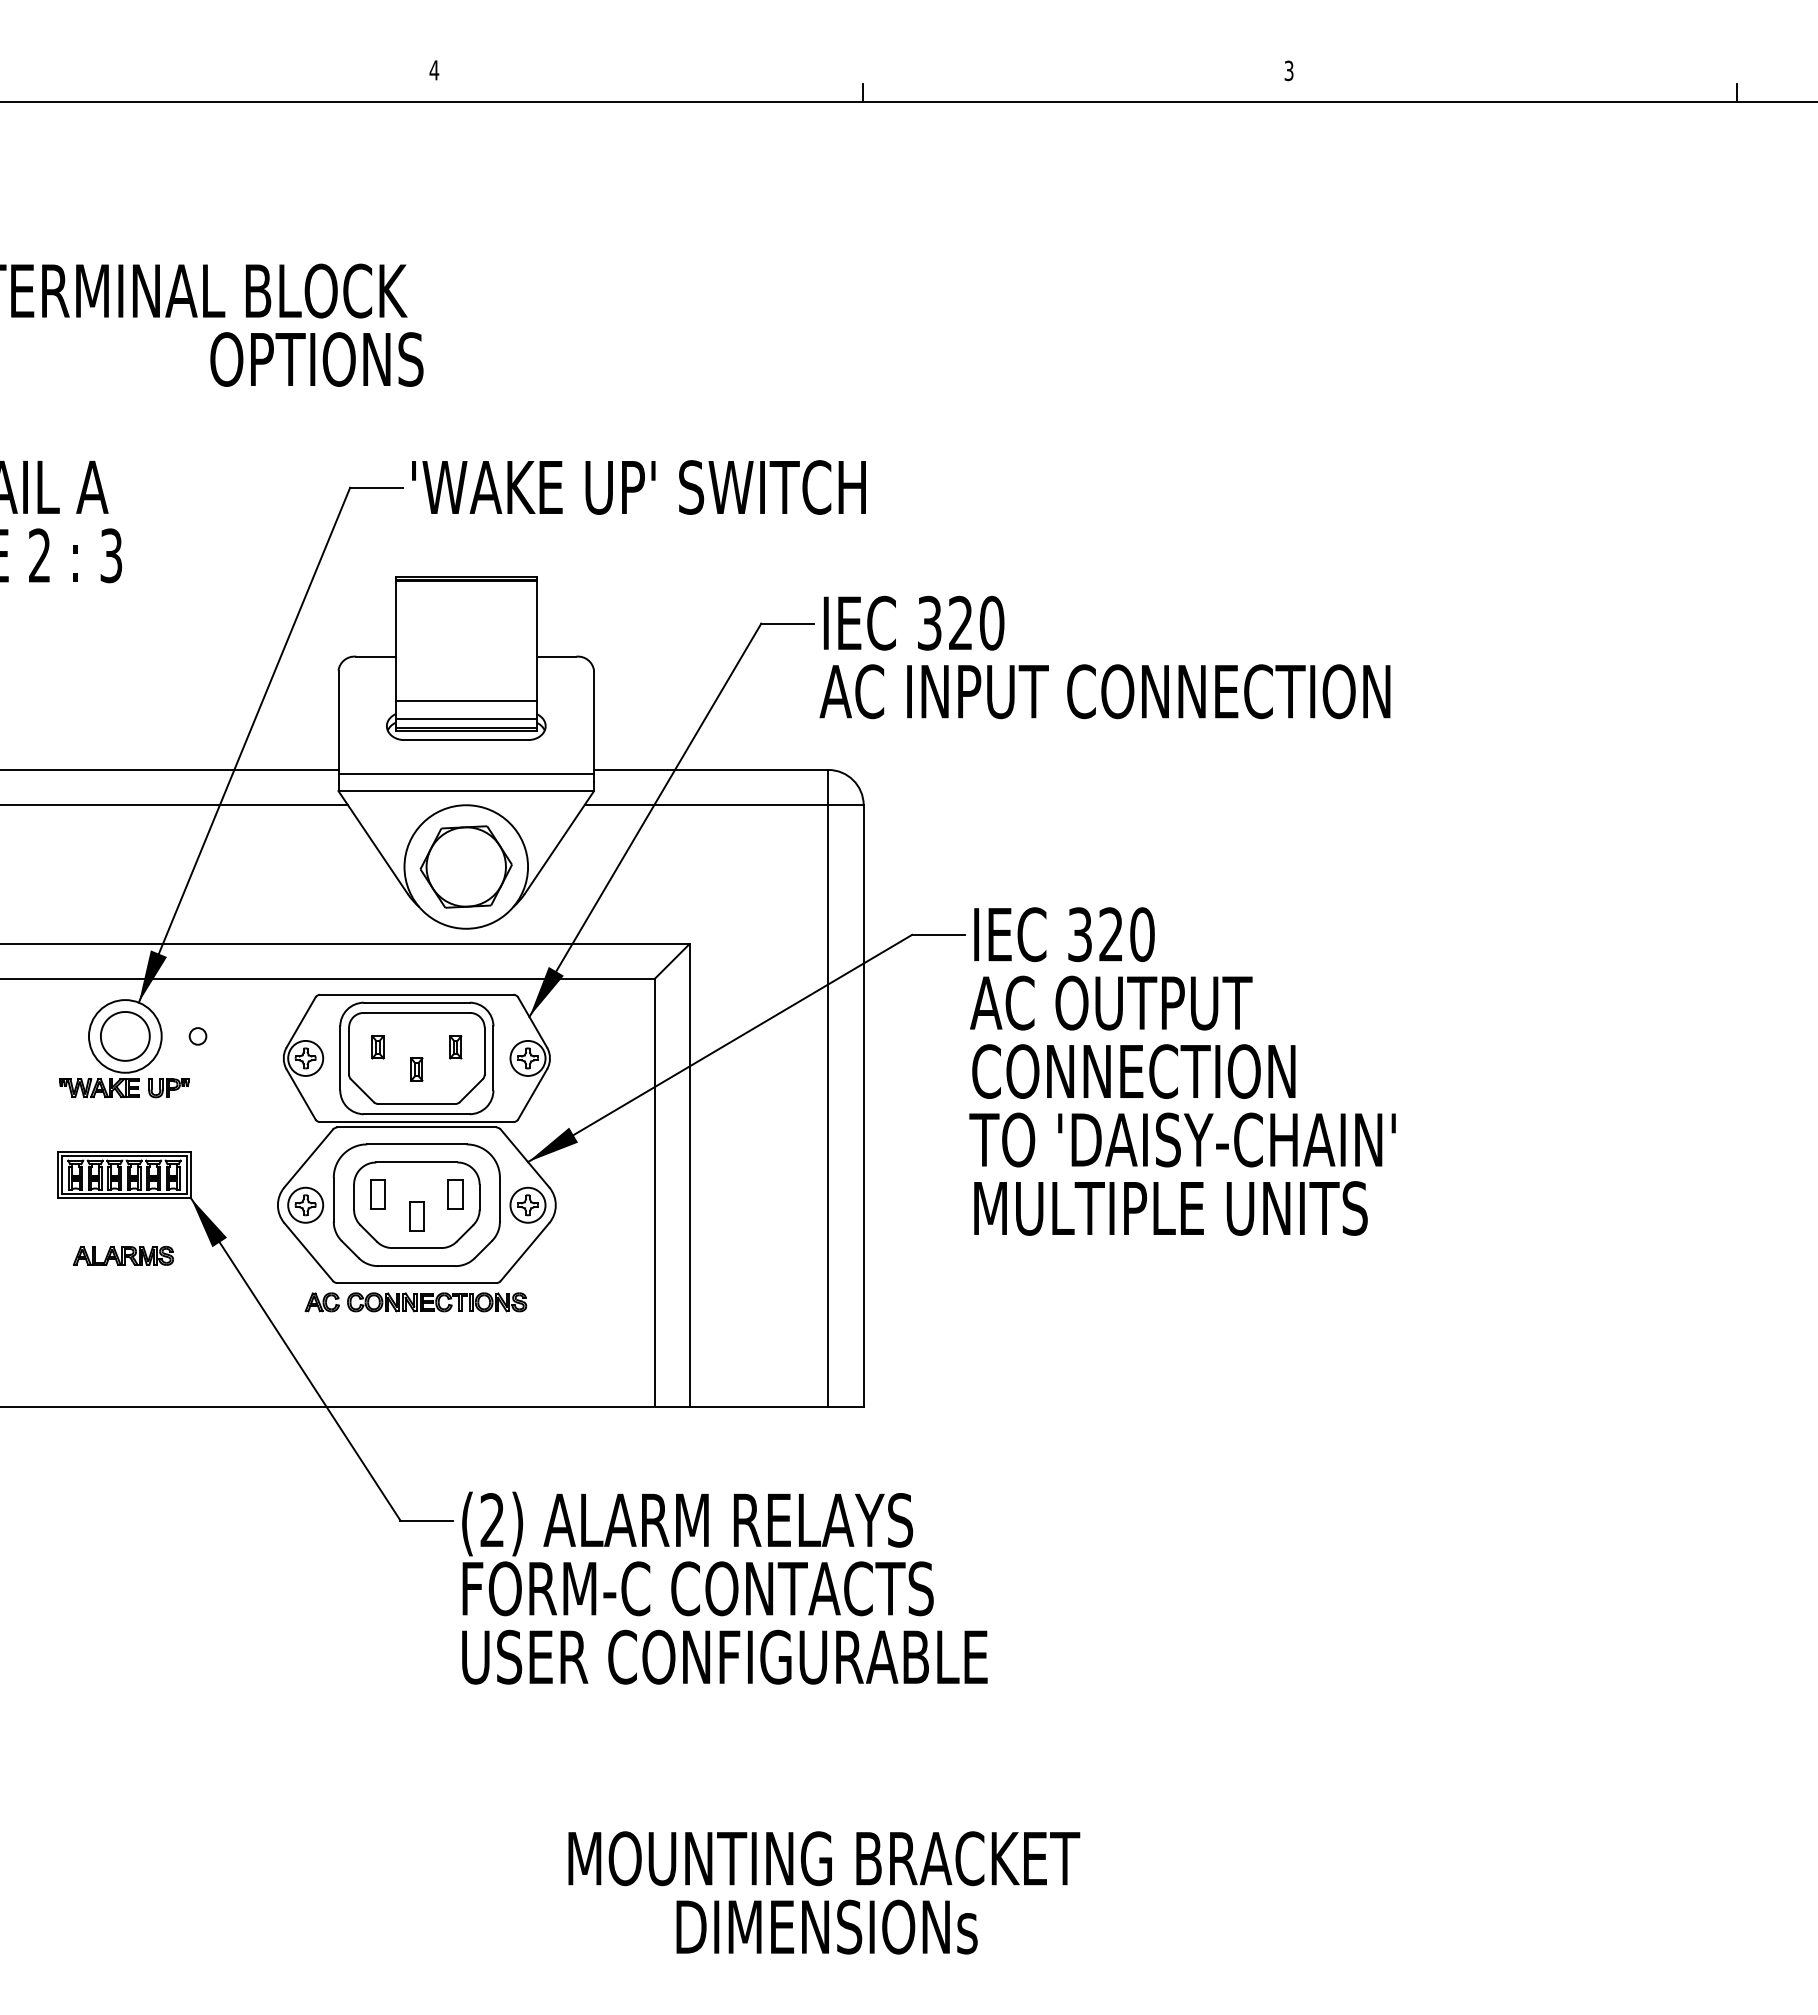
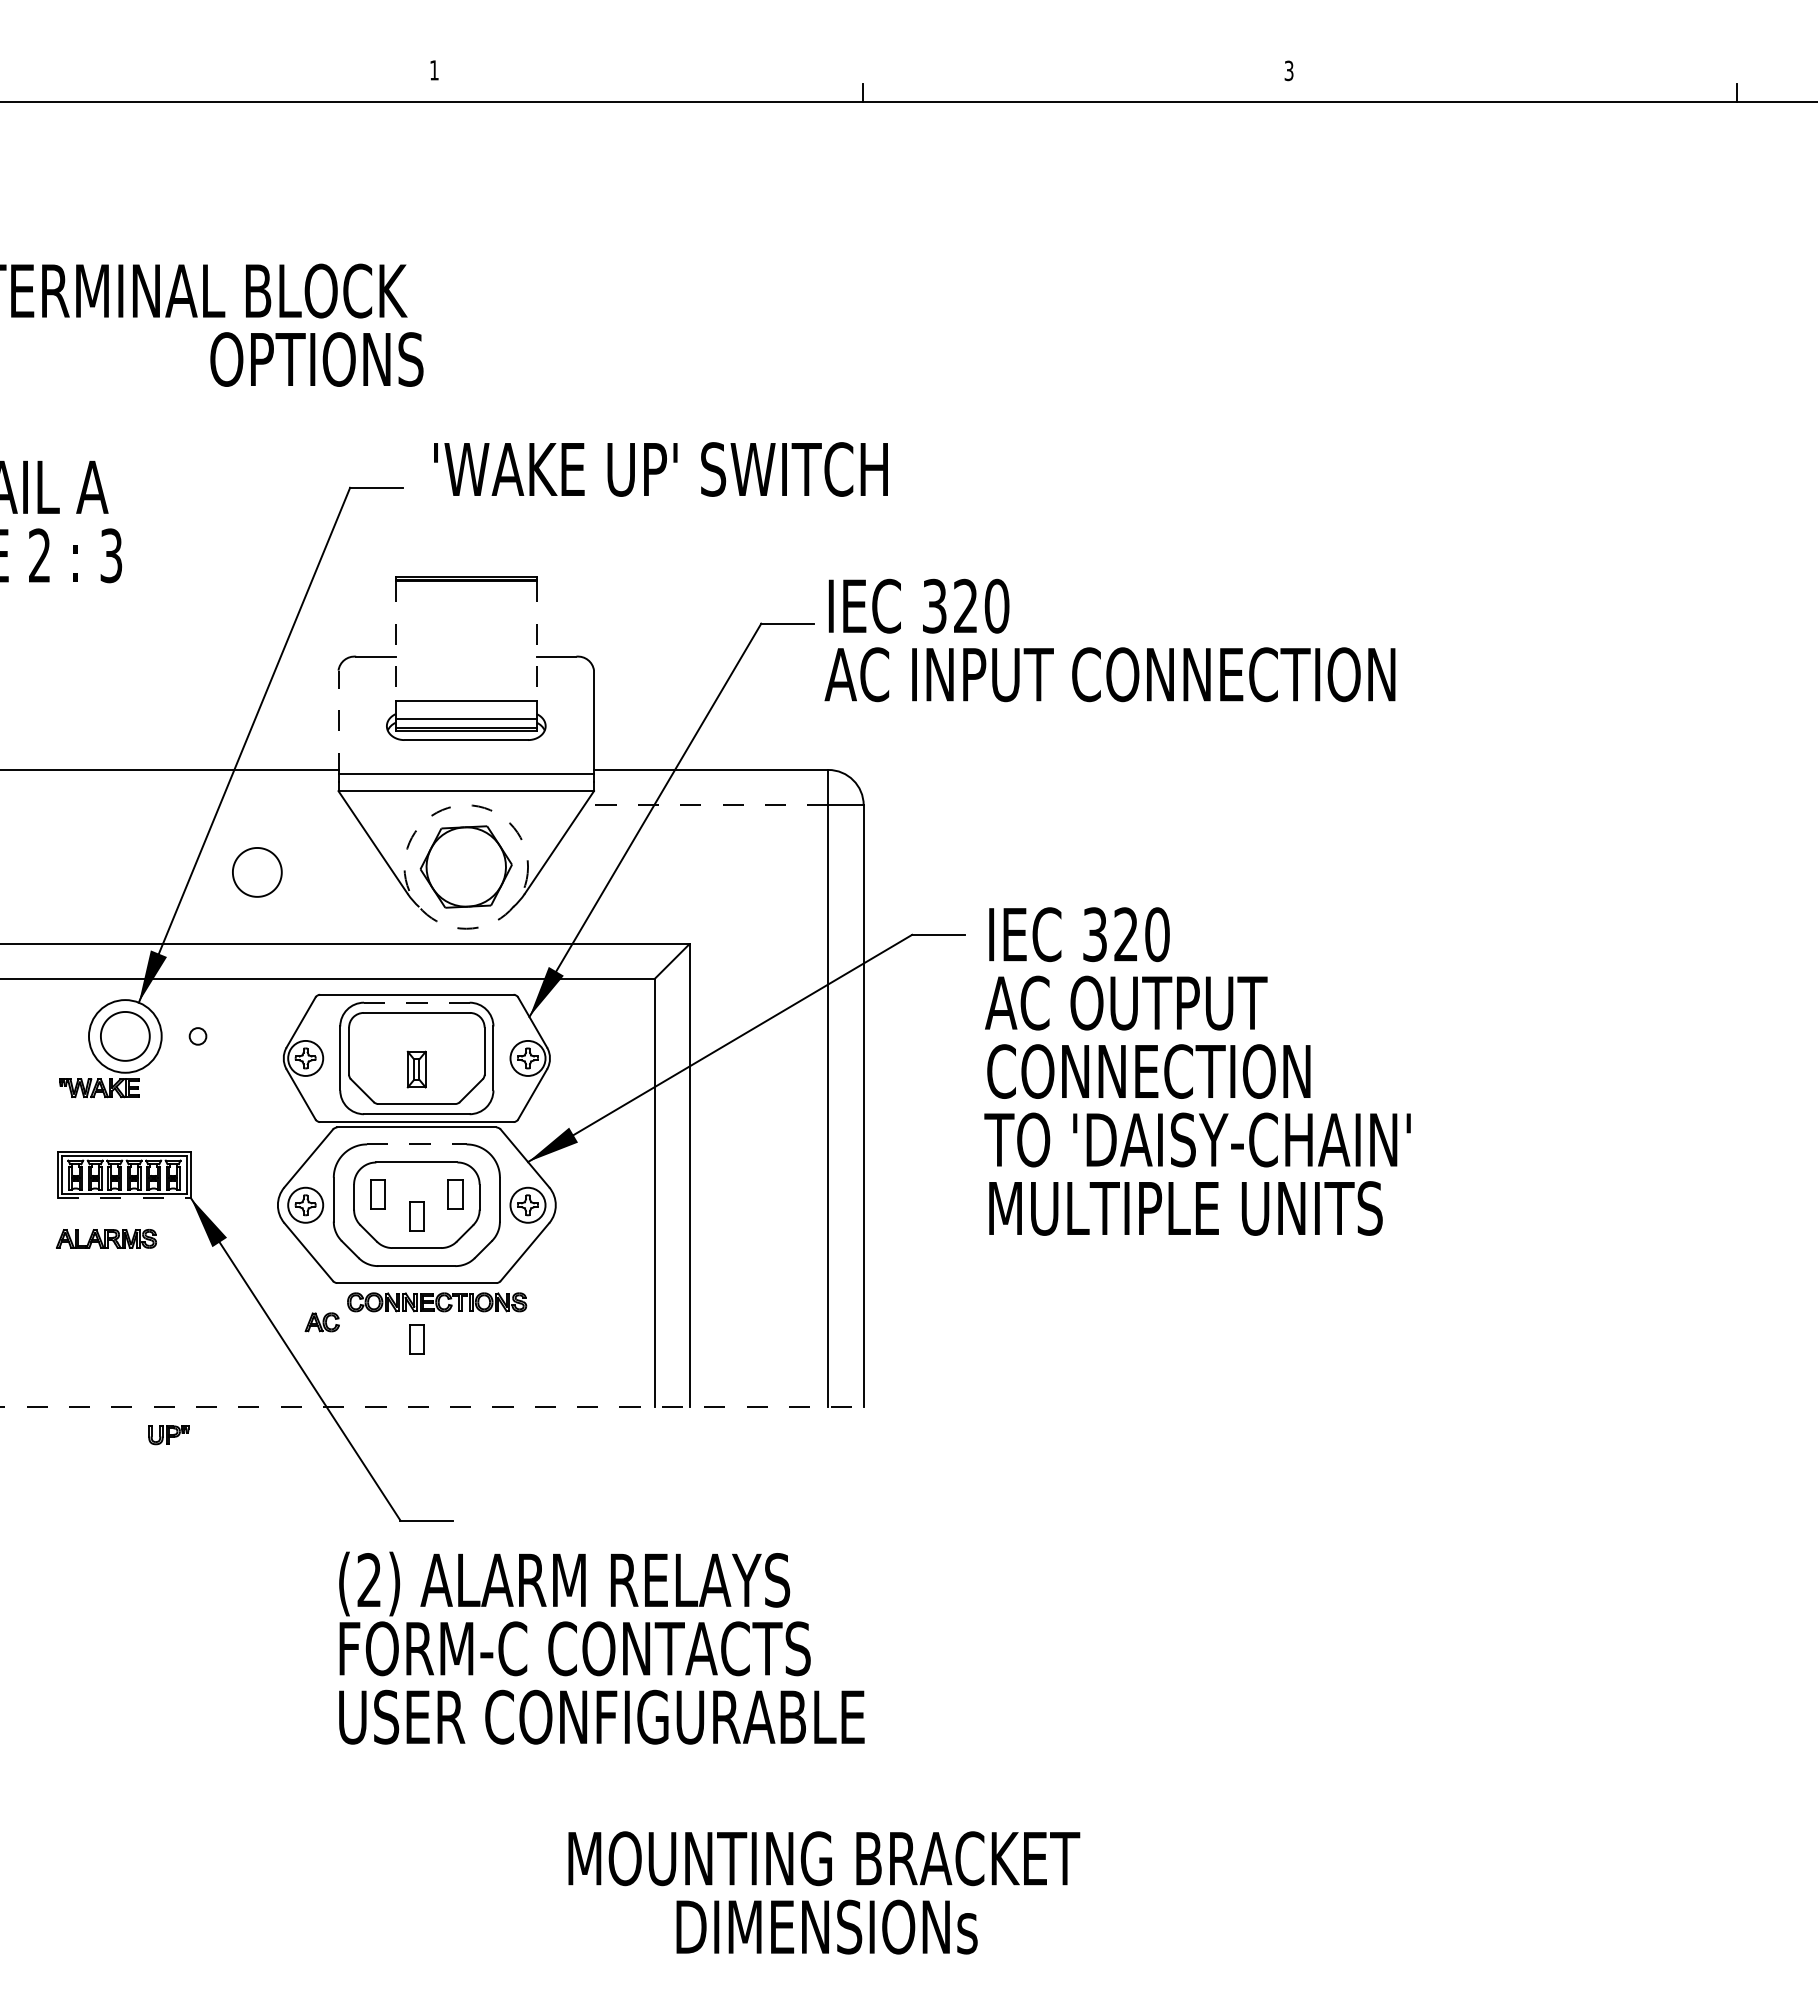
text at (434, 70): 4 -> 1
text at (638, 487) position: (638, 487) -> (660, 469)
line at (395, 641): solid -> dashed
line at (536, 641): solid -> dashed
text at (1104, 657) position: (1104, 657) -> (1109, 640)
line at (338, 722): solid -> dashed
line at (175, 805): present -> none
line at (706, 805): solid -> dashed
circle at (466, 866): solid -> dashed
part at (257, 872): none -> present
line at (416, 1002): solid -> dashed
part at (377, 1047): present -> none
part at (455, 1047): present -> none
part at (416, 1069) size: 14x25 px -> 21x39 px
text at (1182, 1071) position: (1182, 1071) -> (1197, 1071)
part at (168, 1088) position: (168, 1088) -> (168, 1435)
line at (416, 1144): solid -> dashed
line at (124, 1198): solid -> dashed
part at (123, 1255) position: (123, 1255) -> (106, 1238)
part at (321, 1302) position: (321, 1302) -> (321, 1322)
part at (416, 1339): none -> present
line at (432, 1407): solid -> dashed
text at (724, 1587) position: (724, 1587) -> (601, 1647)
